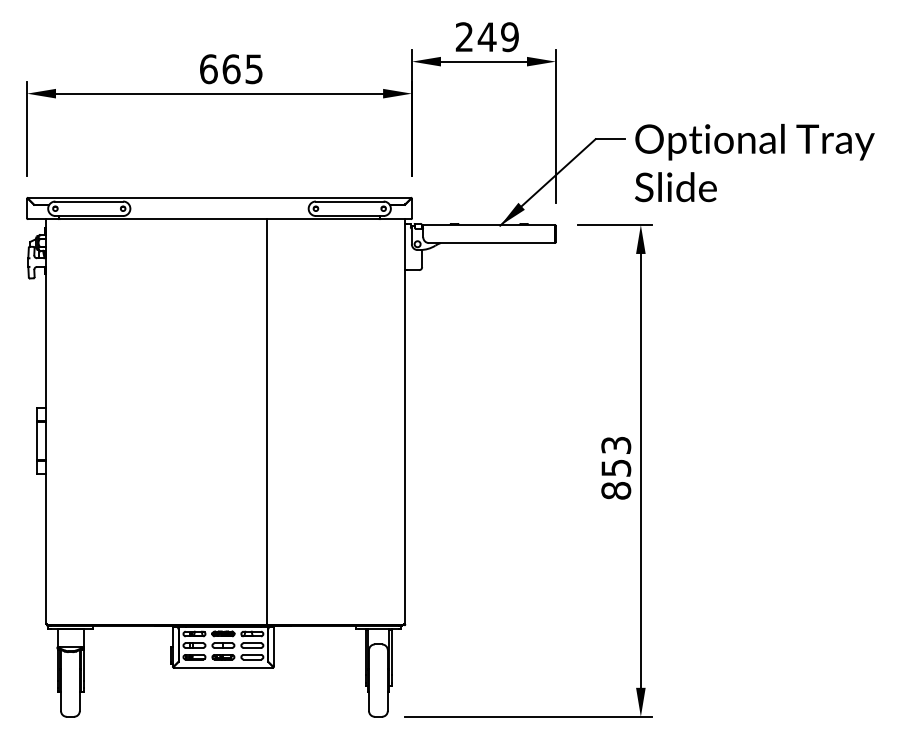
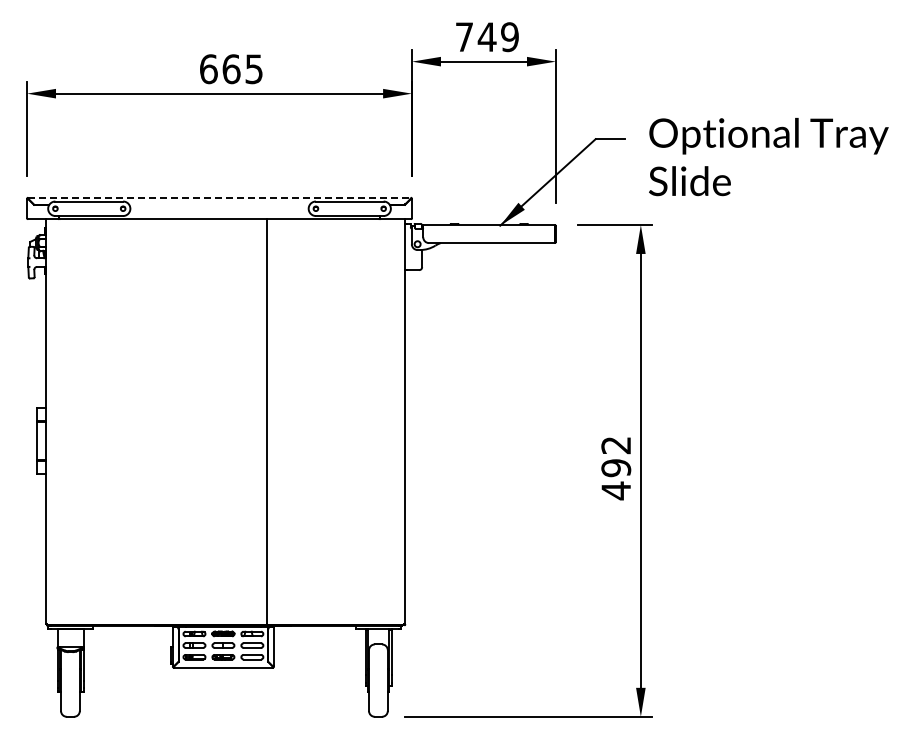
text at (463, 36): 249 -> 749
text at (754, 163) position: (754, 163) -> (768, 157)
line at (220, 197): solid -> dashed
text at (616, 468): 853 -> 492
